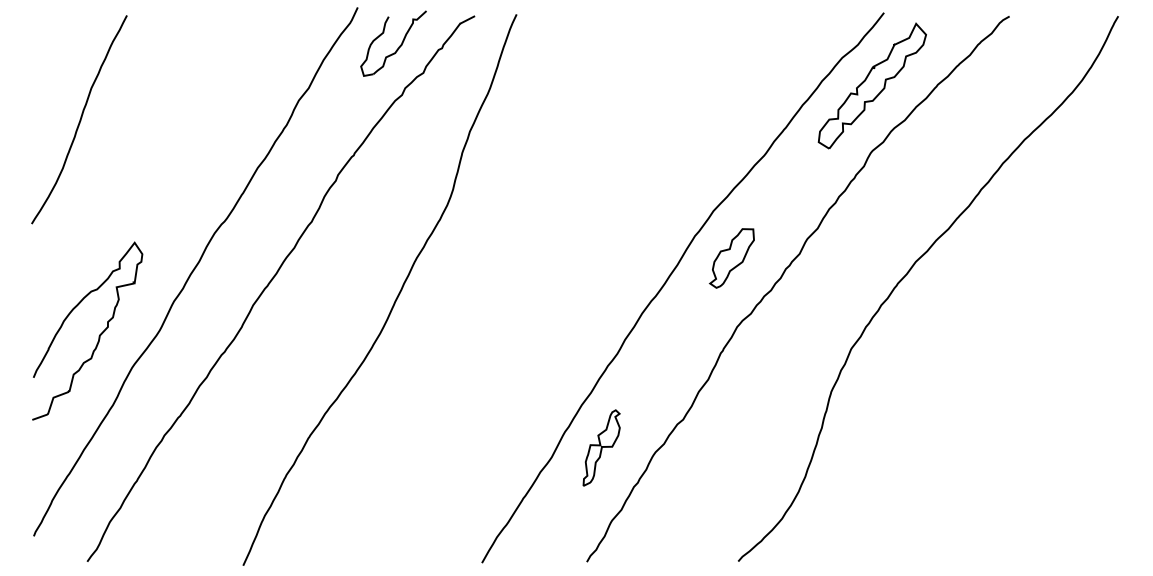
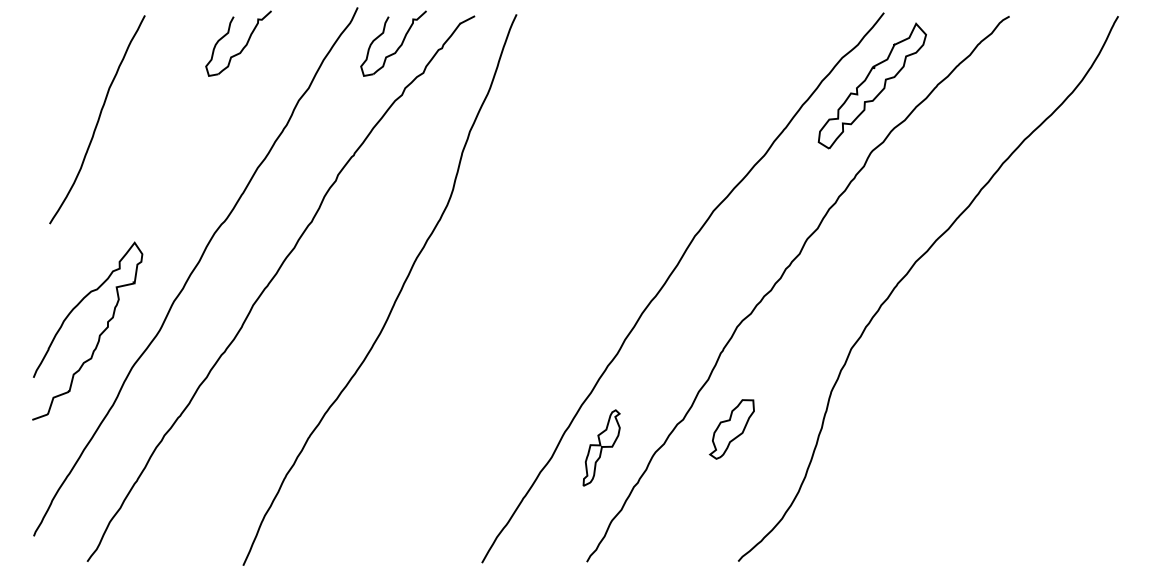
part at (238, 43): none -> present
curve at (79, 119) position: (79, 119) -> (97, 119)
part at (731, 258) position: (731, 258) -> (731, 429)
